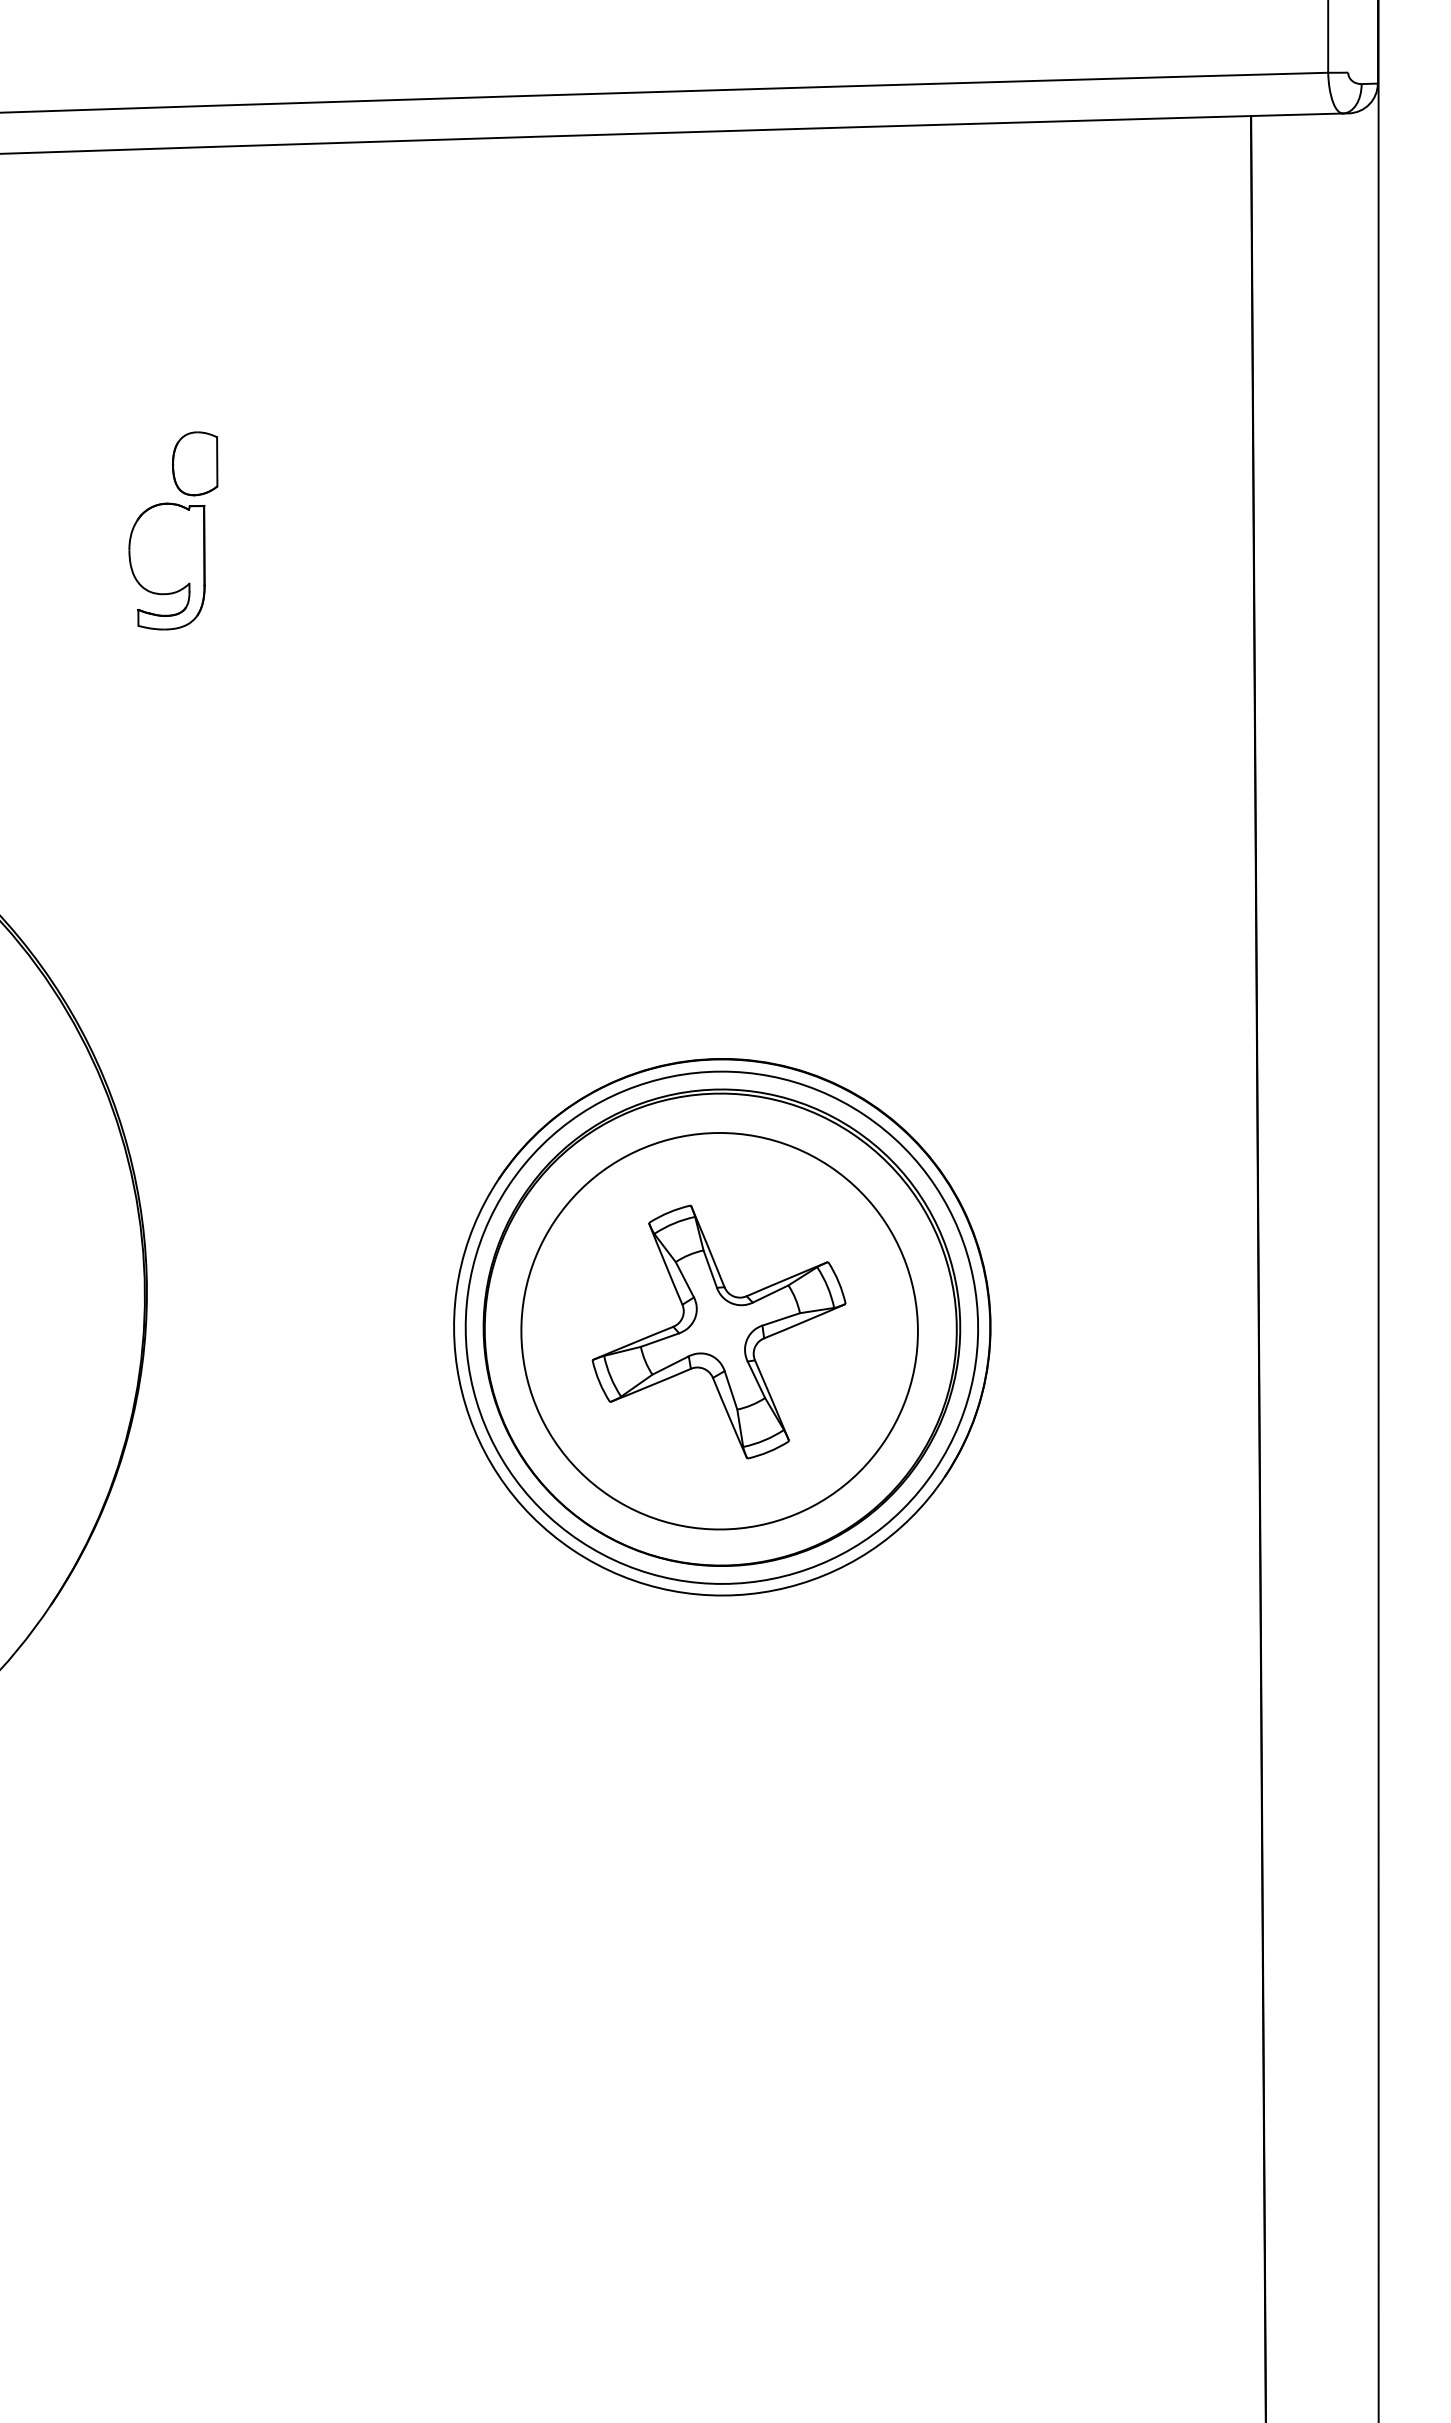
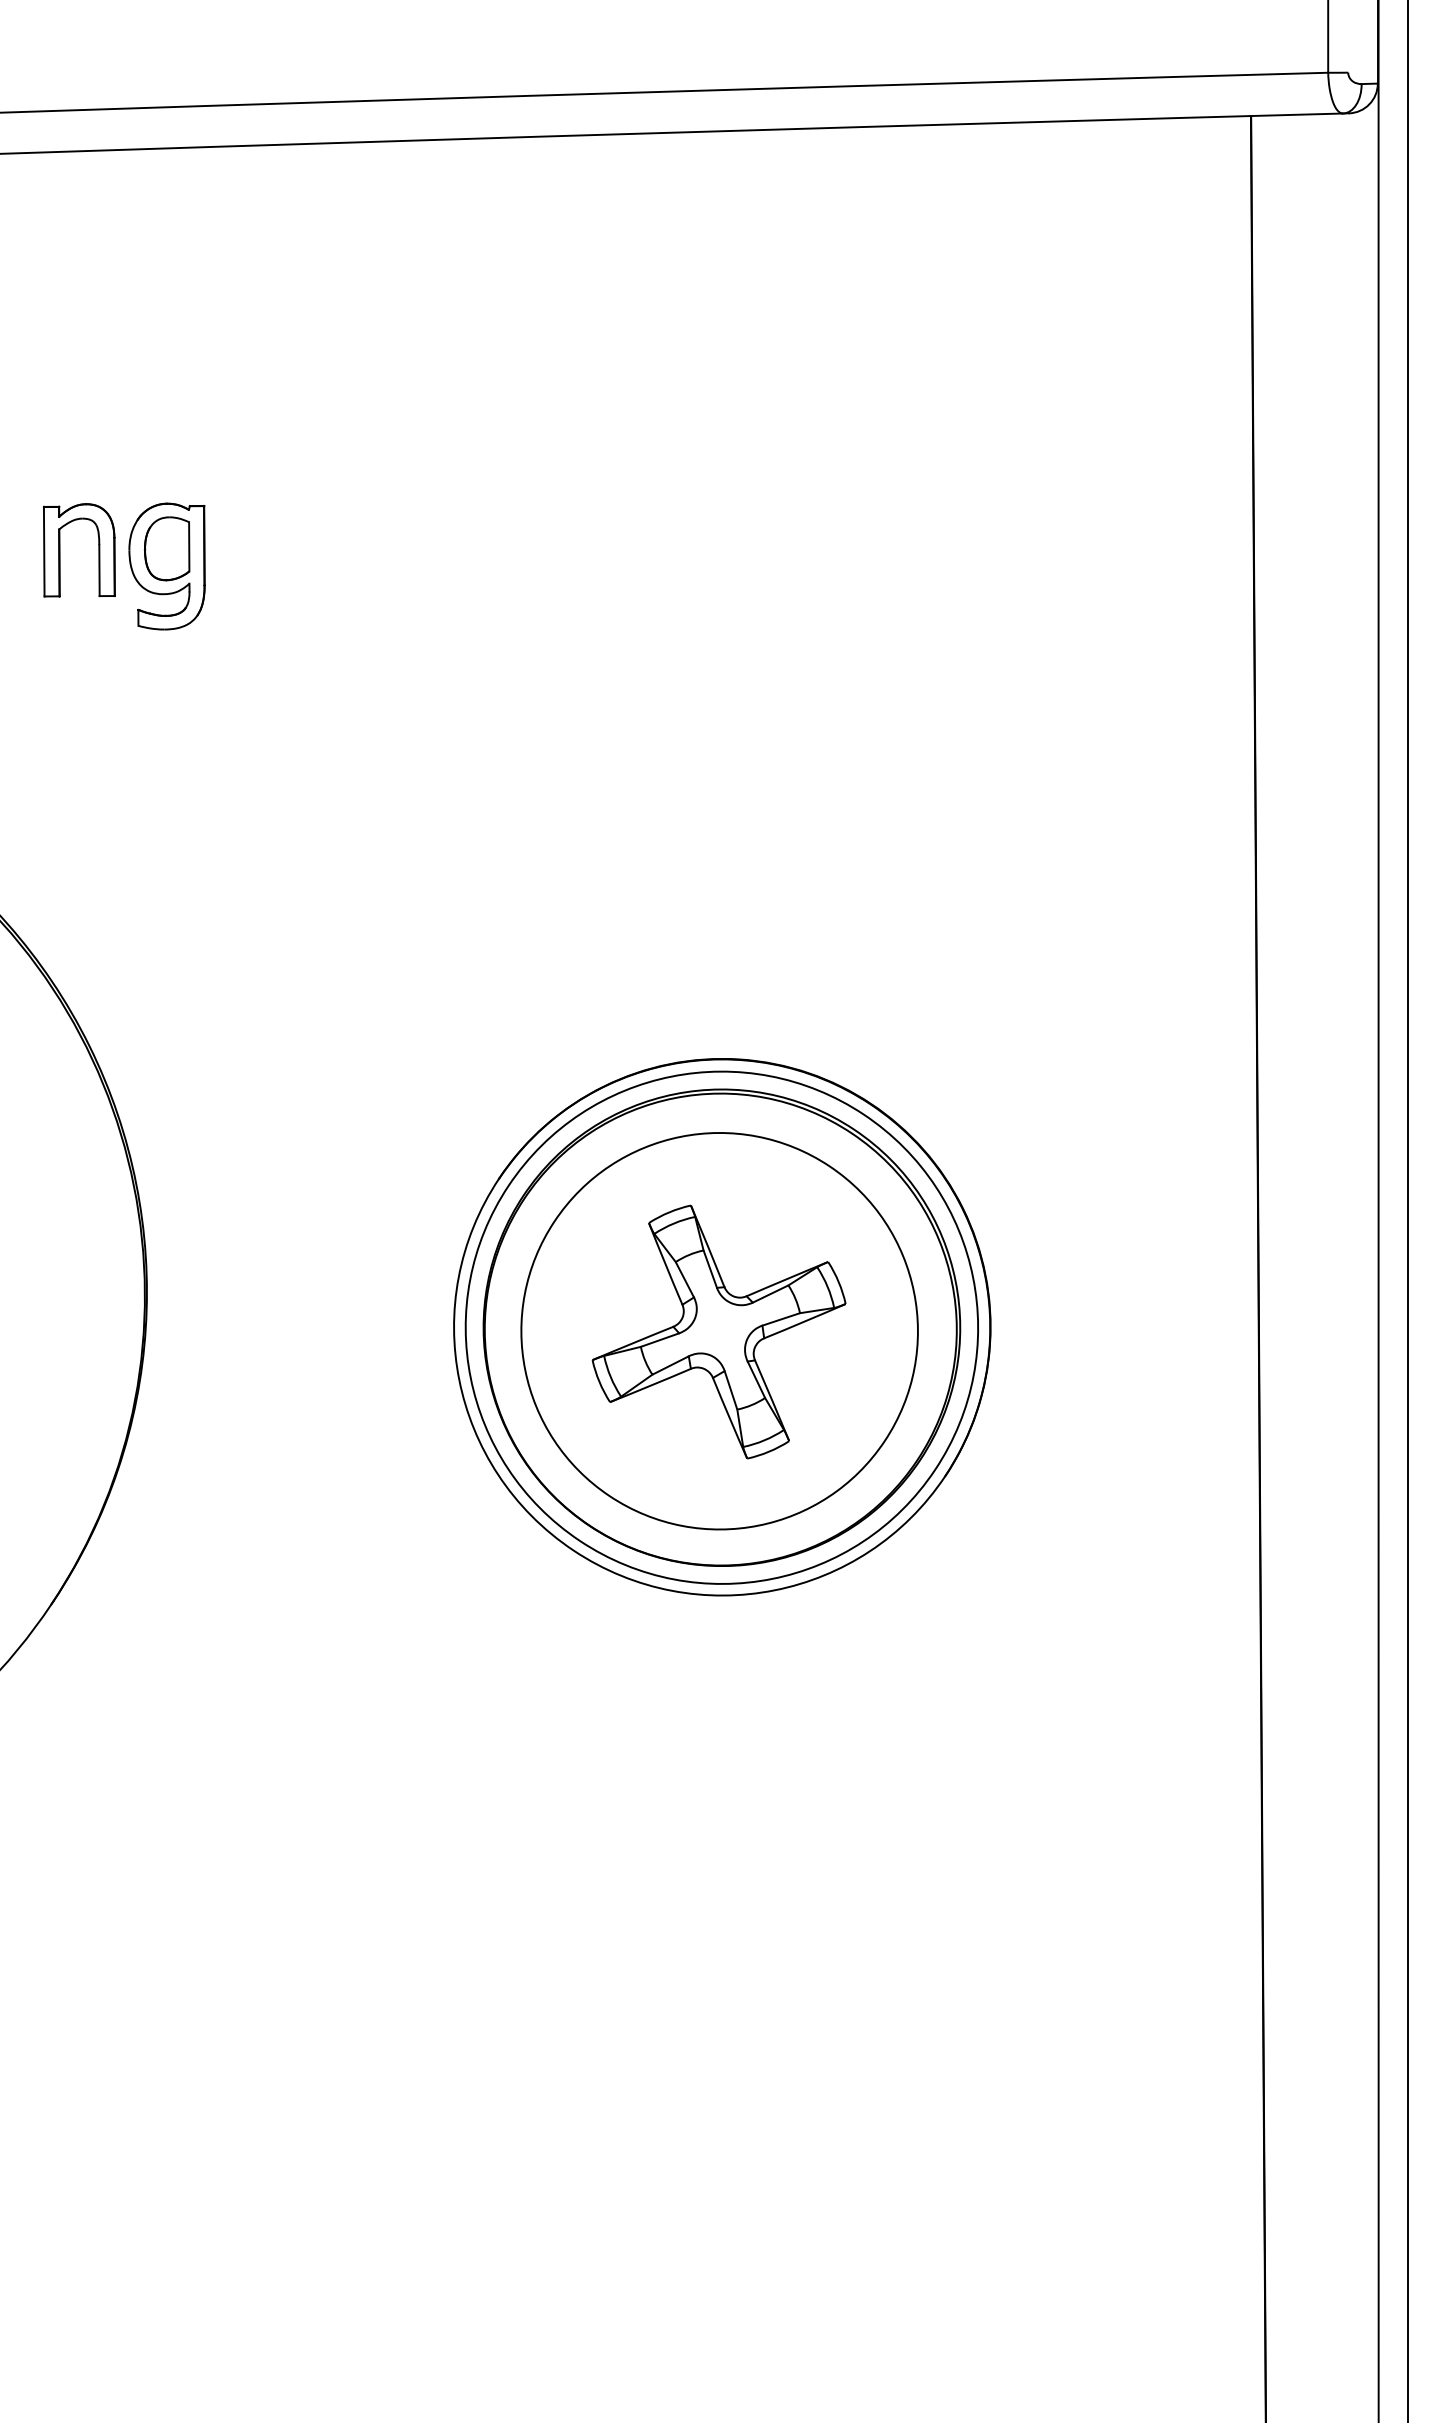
part at (195, 463) position: (195, 463) -> (167, 548)
part at (60, 550): none -> present
line at (1407, 1210): none -> present
